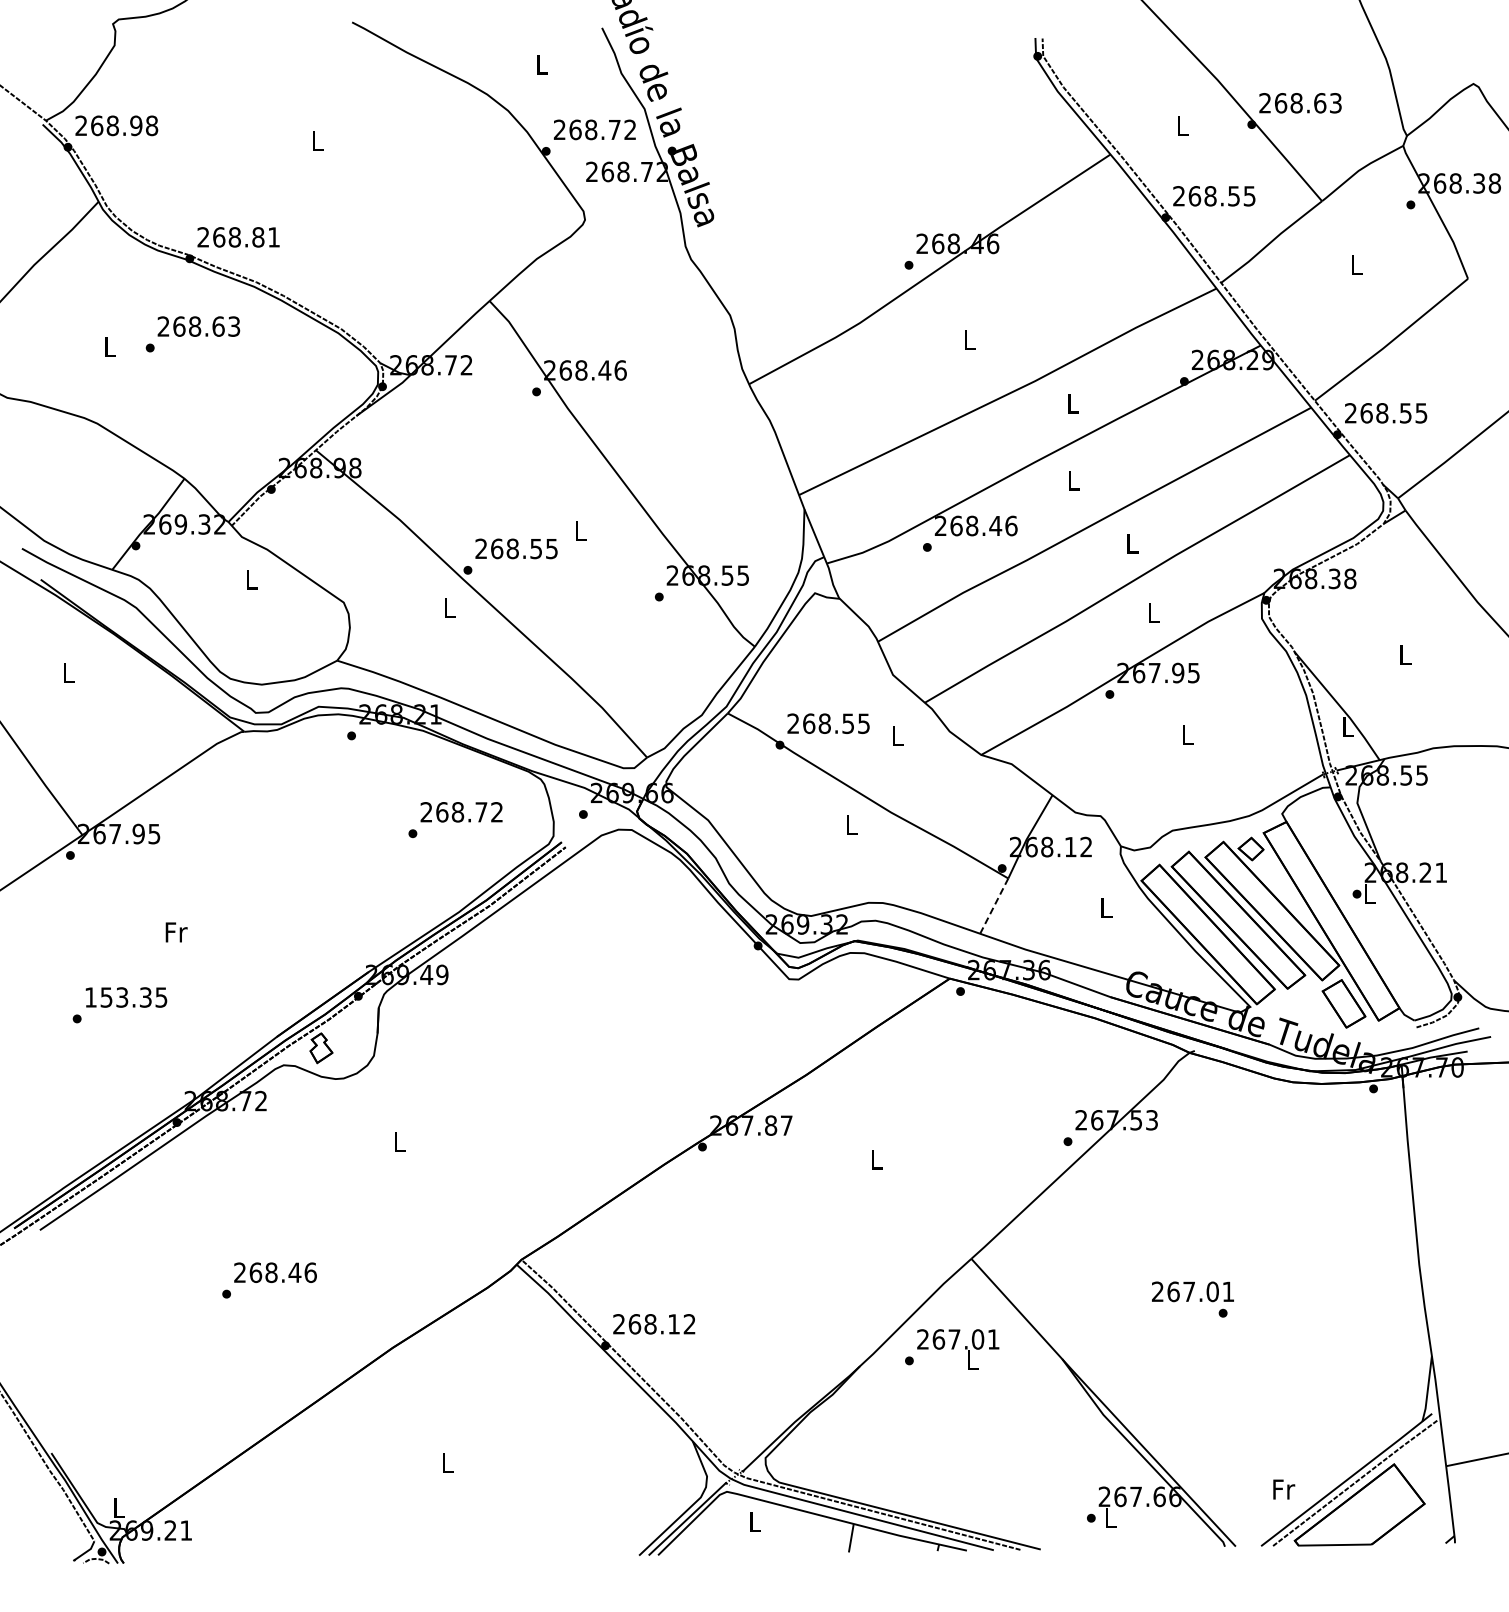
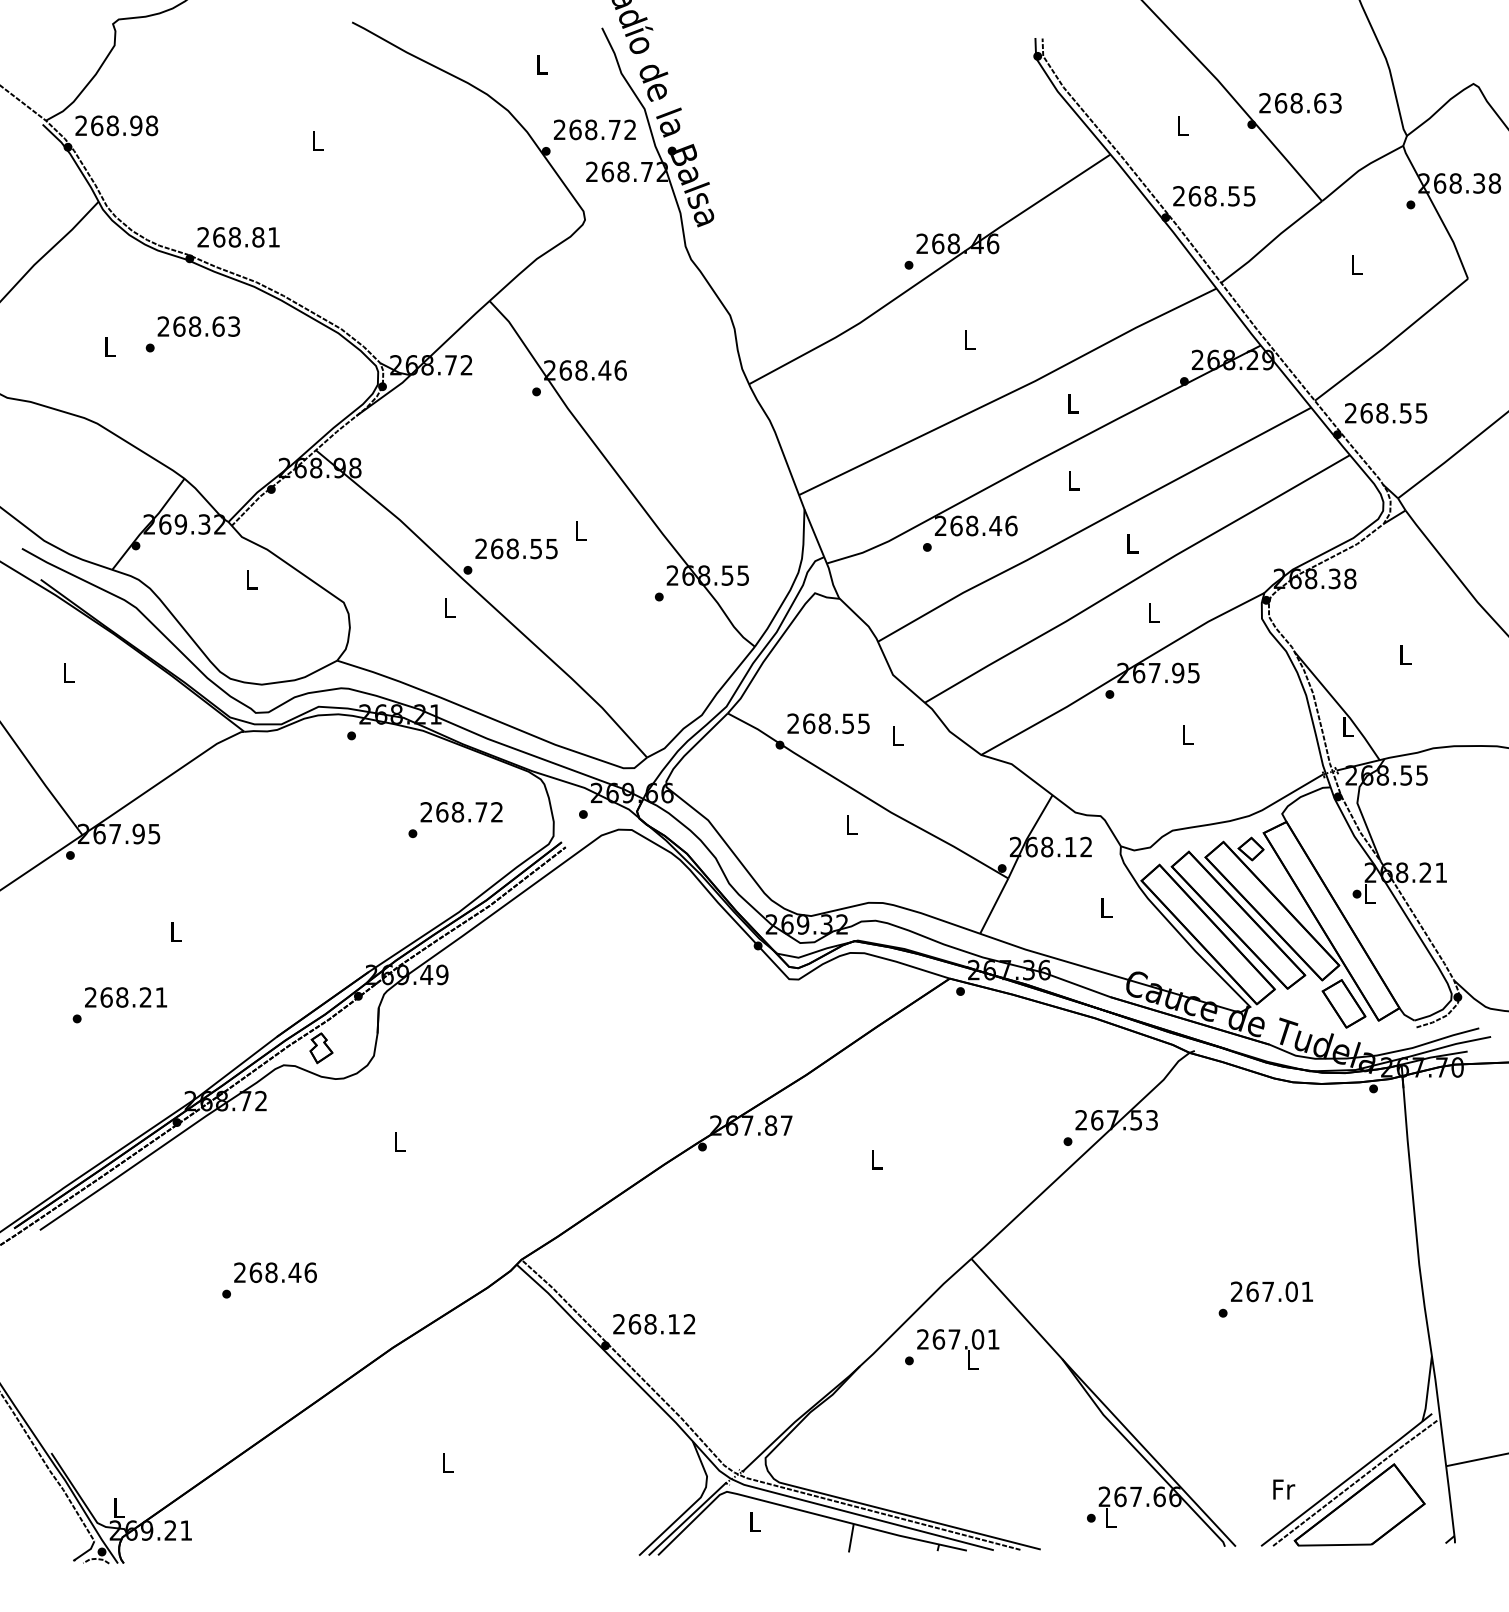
line at (994, 906): dashed -> solid
text at (176, 932): Fr -> L
text at (126, 997): 153.35 -> 268.21
text at (1192, 1291) position: (1192, 1291) -> (1271, 1291)
